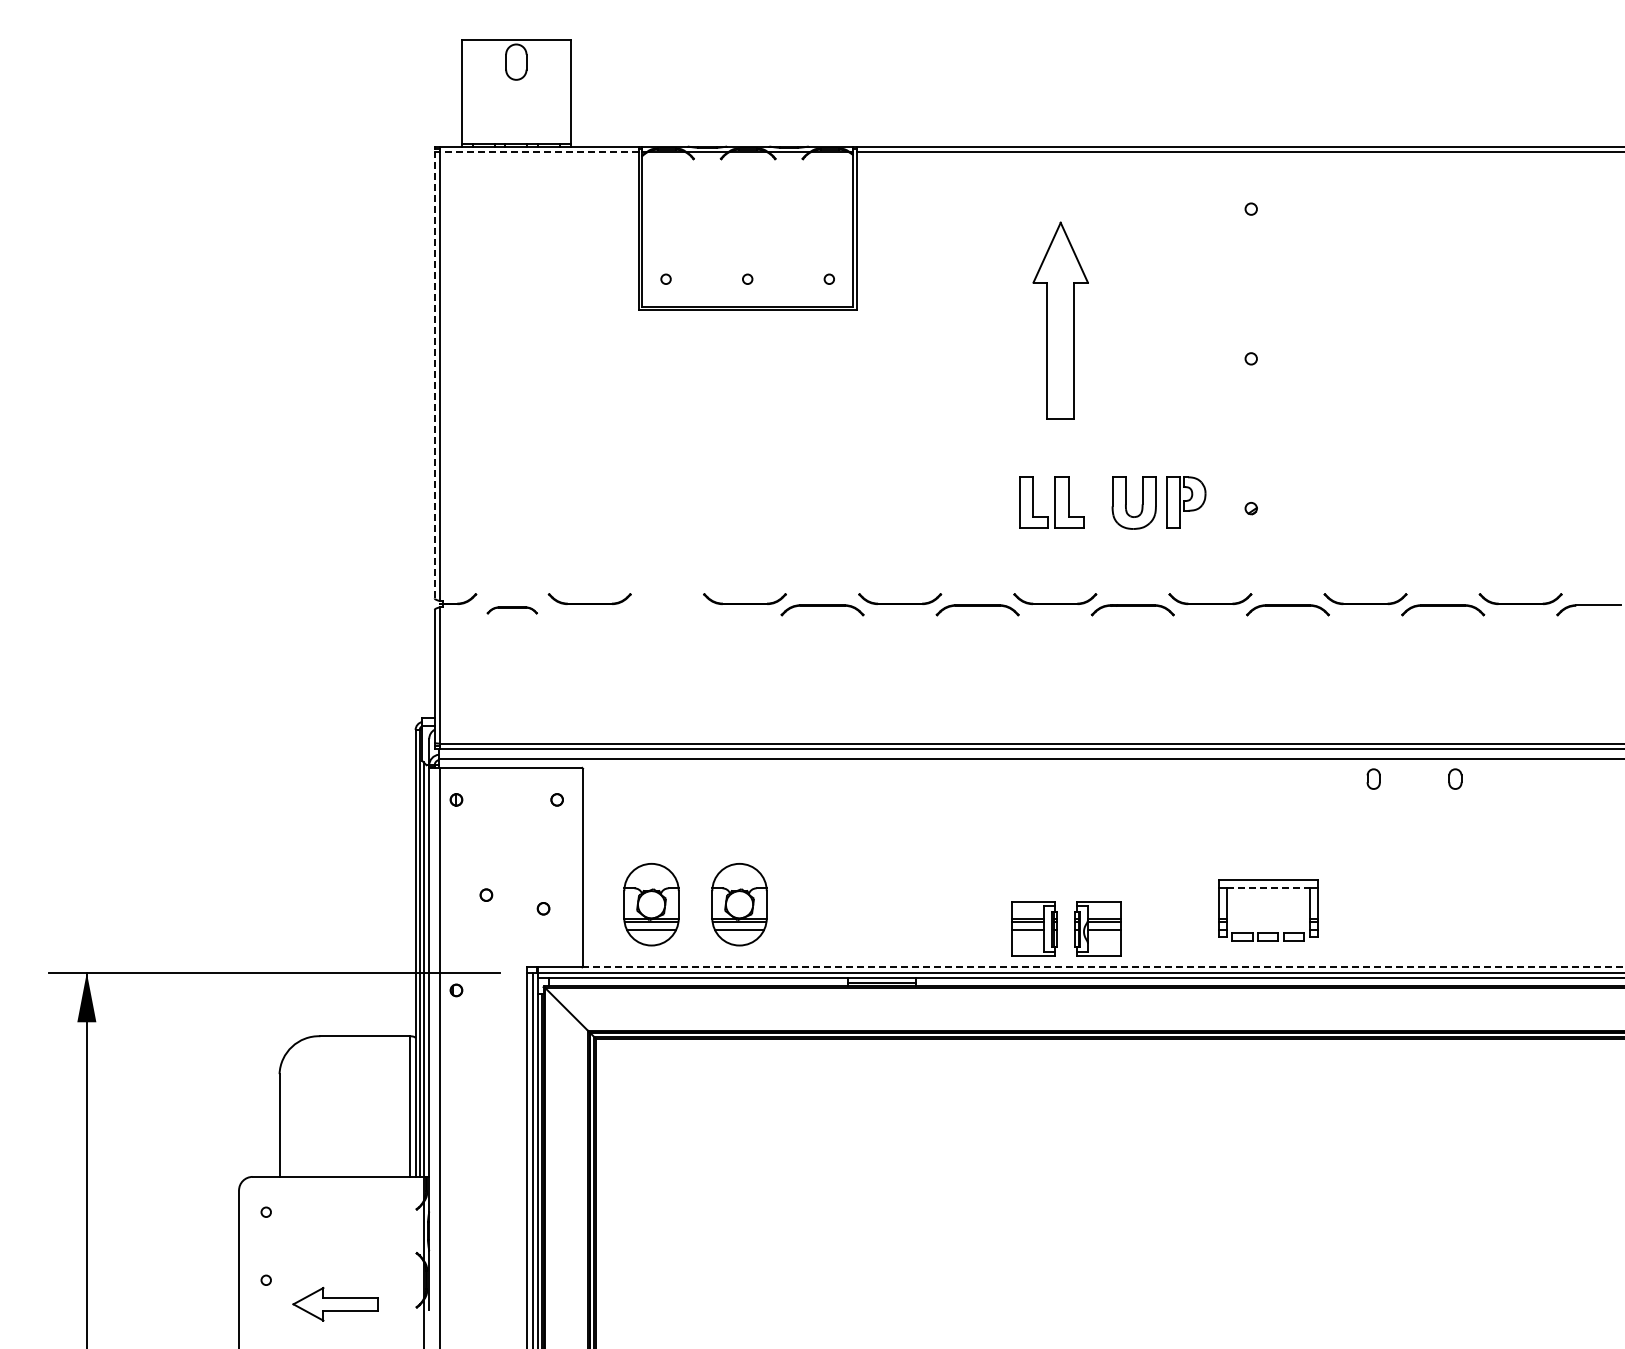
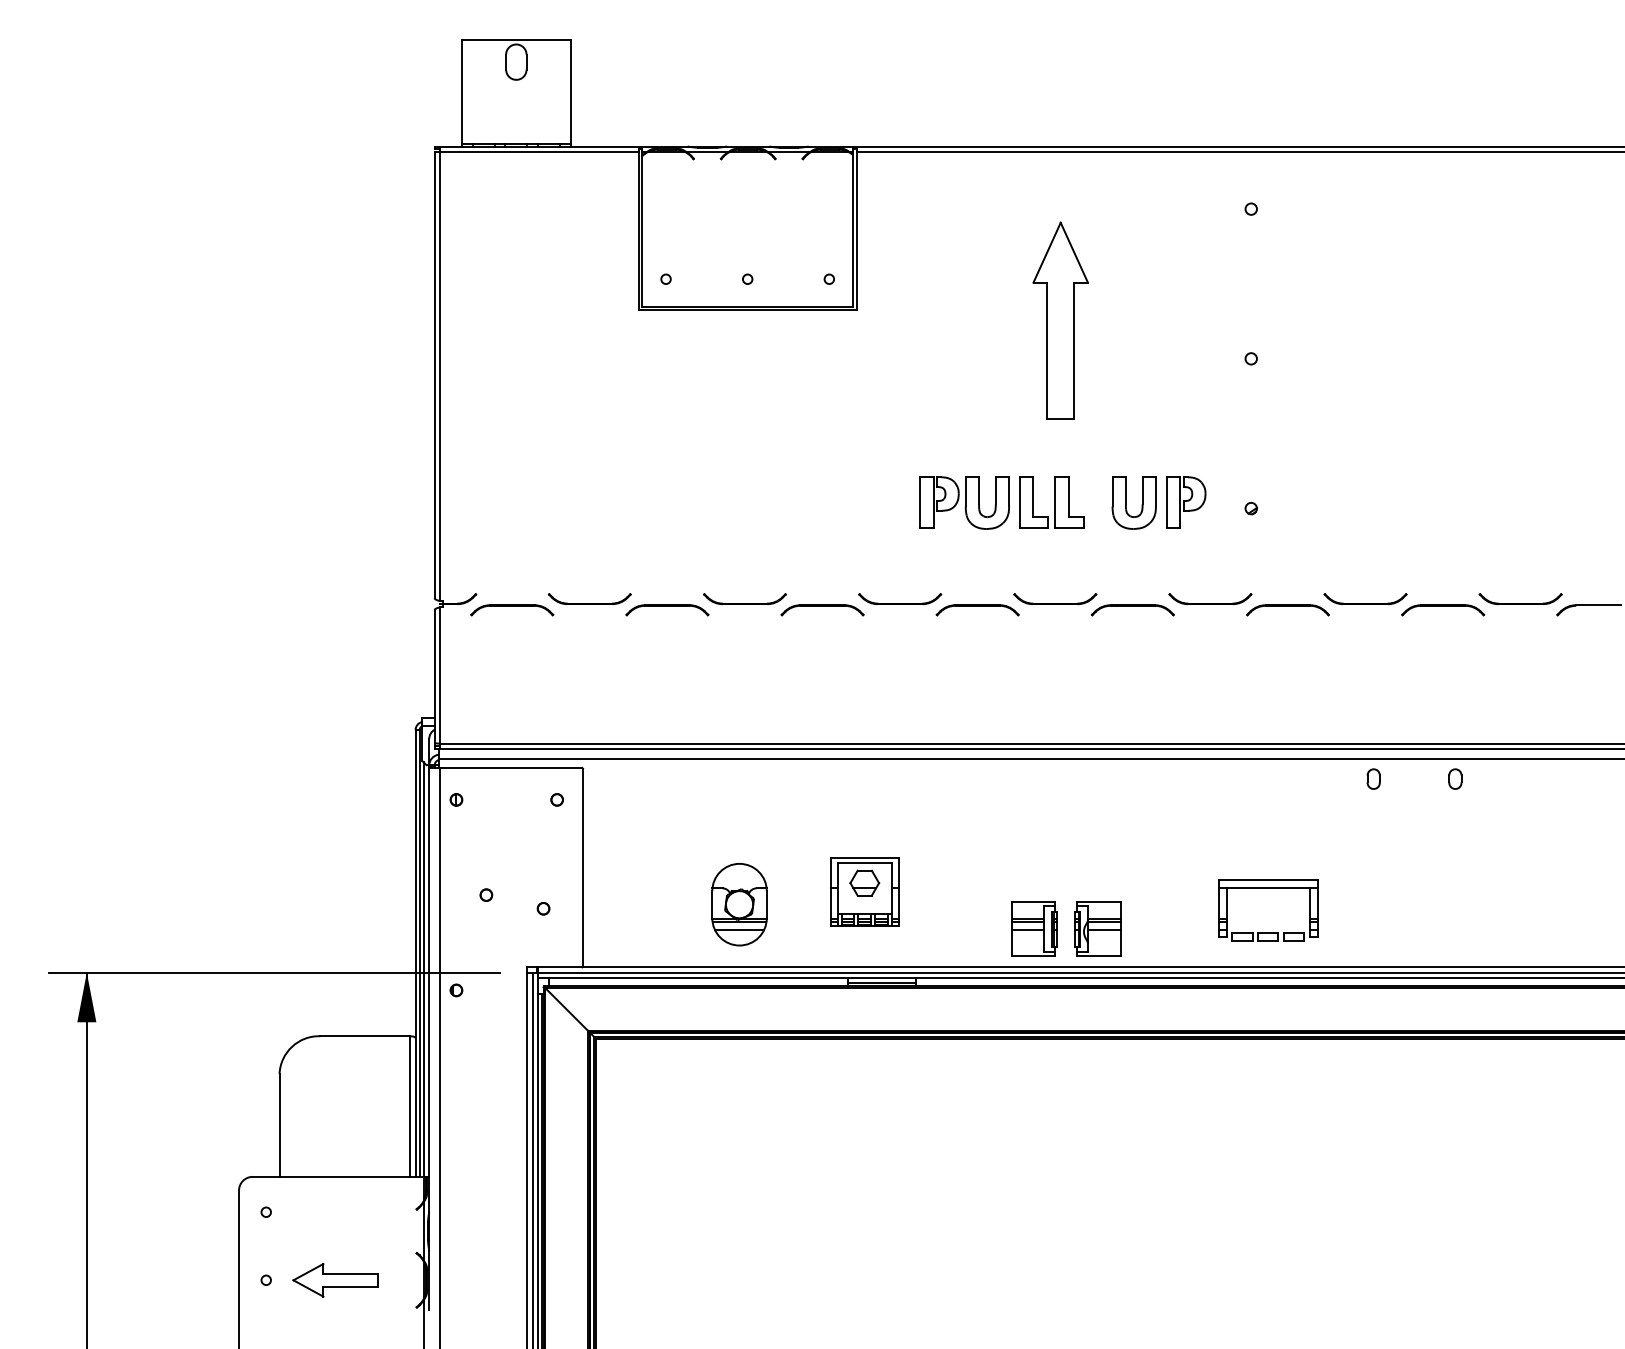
line at (538, 152): dashed -> solid
line at (434, 374): dashed -> solid
part at (964, 502): none -> present
part at (511, 610) size: 52x9 px -> 85x13 px
part at (667, 610): none -> present
line at (1268, 888): dashed -> solid
part at (864, 891): none -> present
part at (651, 904): present -> none
line at (1103, 967): dashed -> solid
part at (335, 1304) position: (335, 1304) -> (335, 1280)
